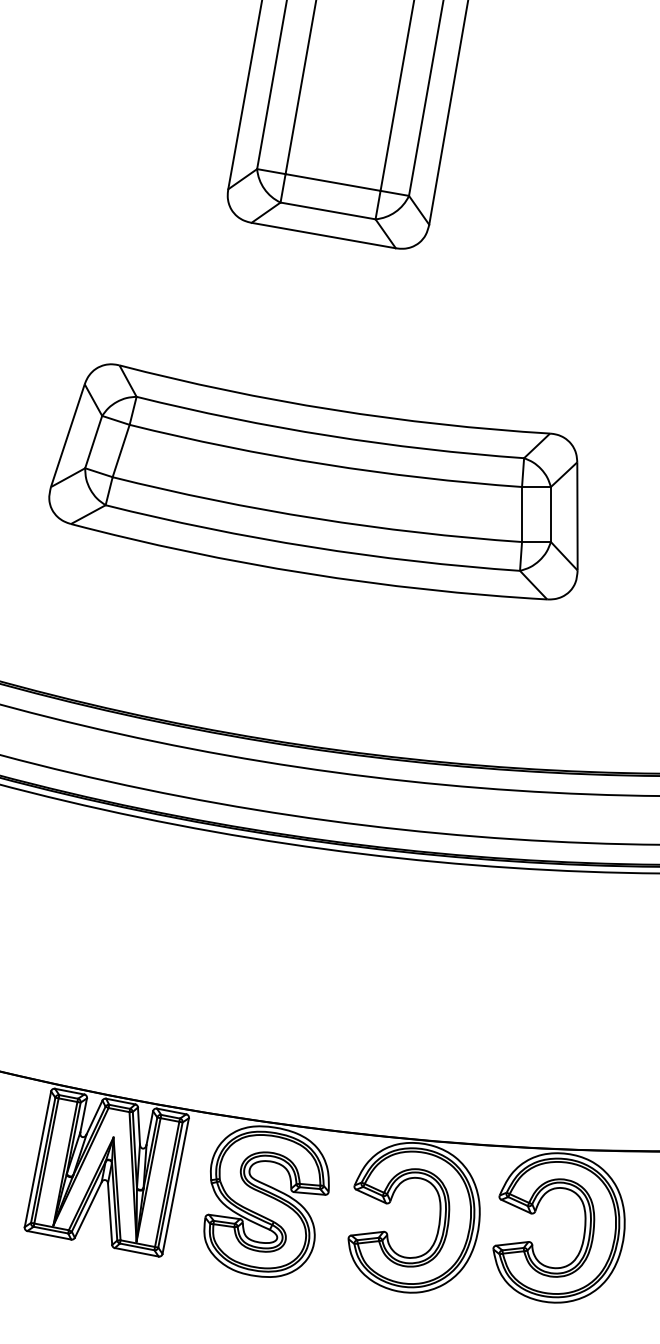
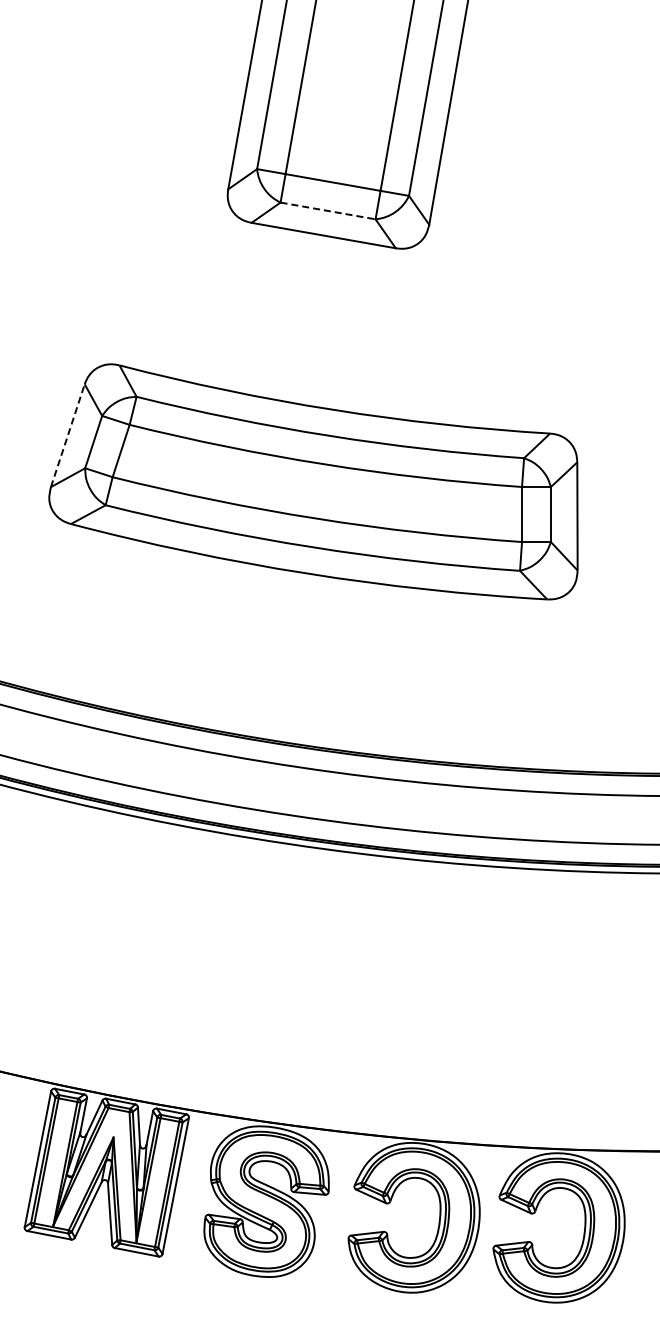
line at (328, 211): solid -> dashed
line at (68, 435): solid -> dashed
